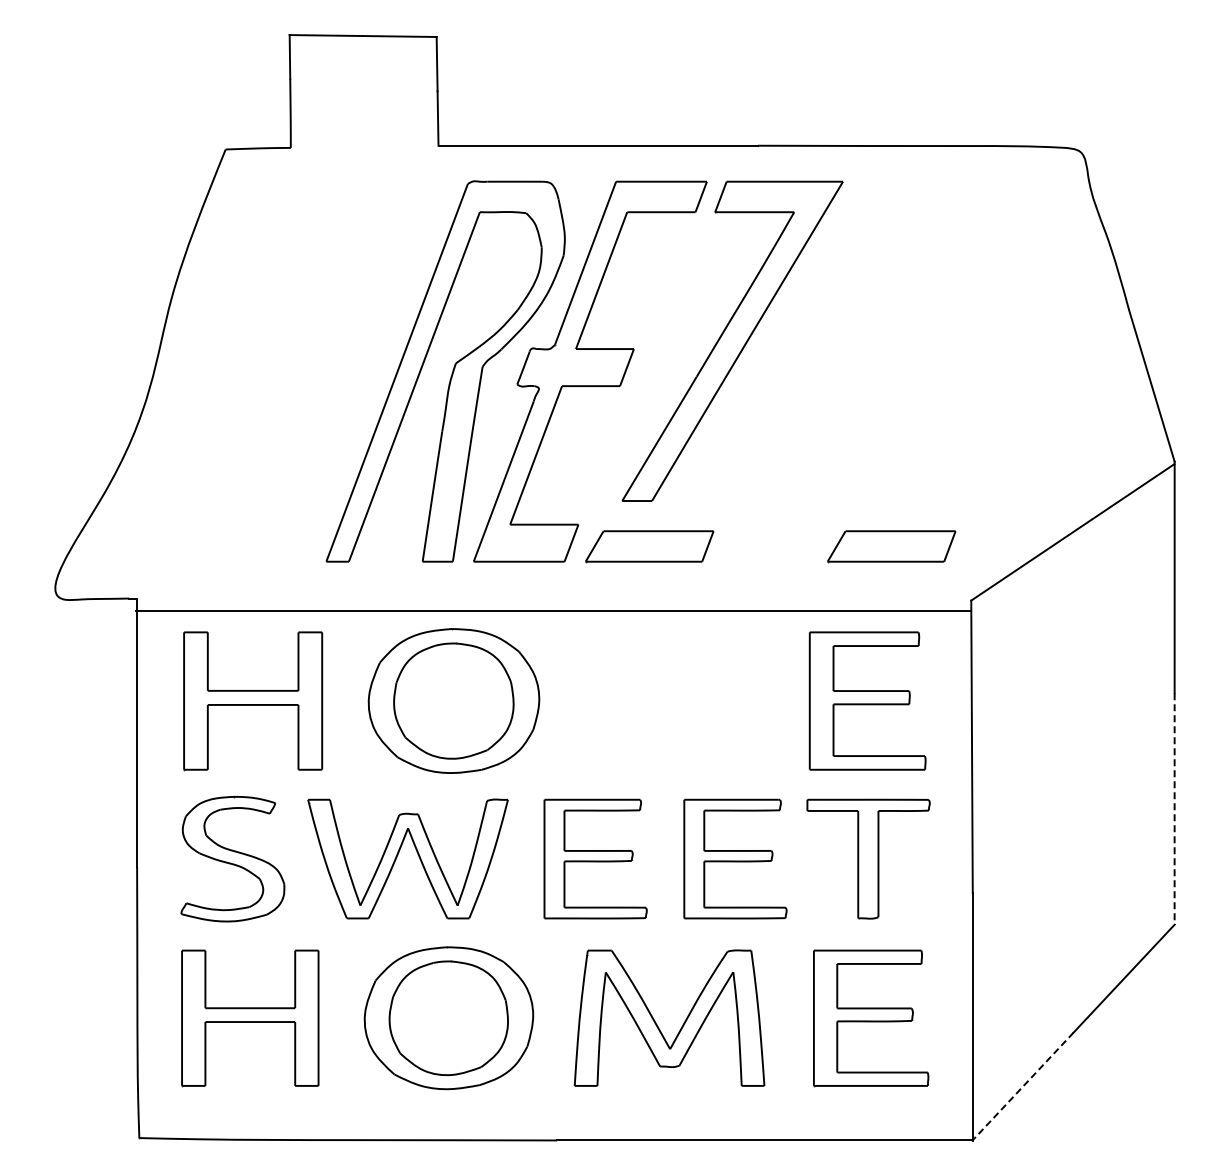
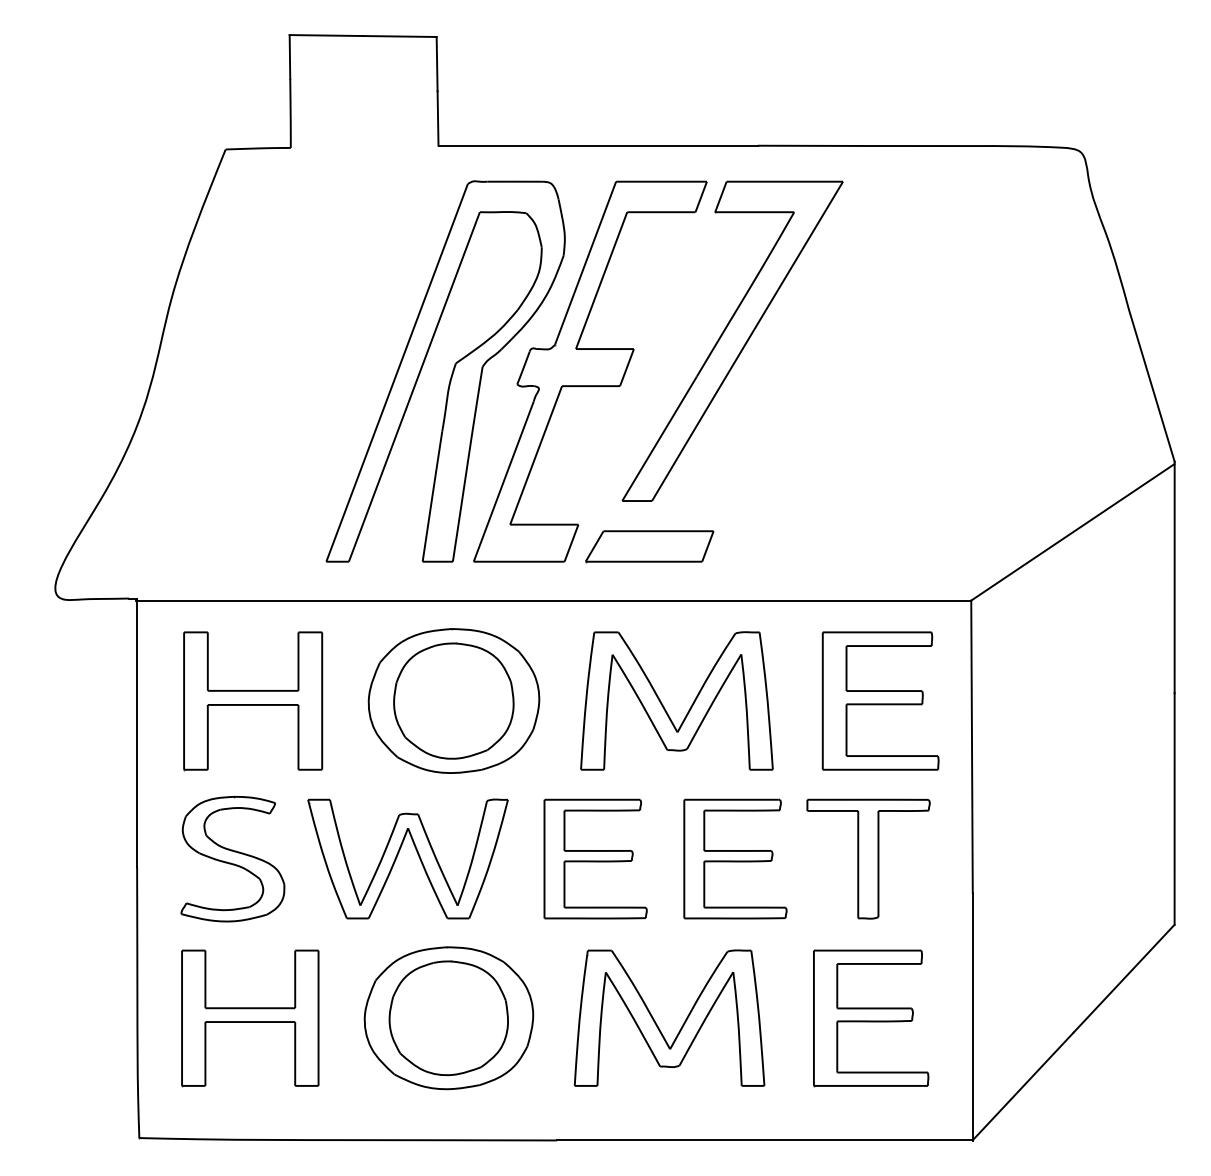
part at (891, 546): present -> none
line at (552, 611) position: (552, 611) -> (552, 601)
part at (867, 700) position: (867, 700) -> (880, 700)
part at (664, 706): none -> present
line at (1174, 809): dashed -> solid
line at (1023, 1086): dashed -> solid
